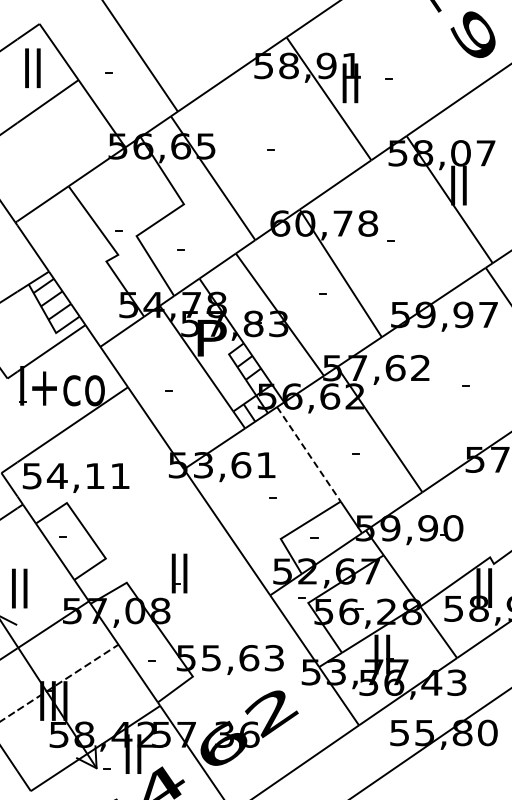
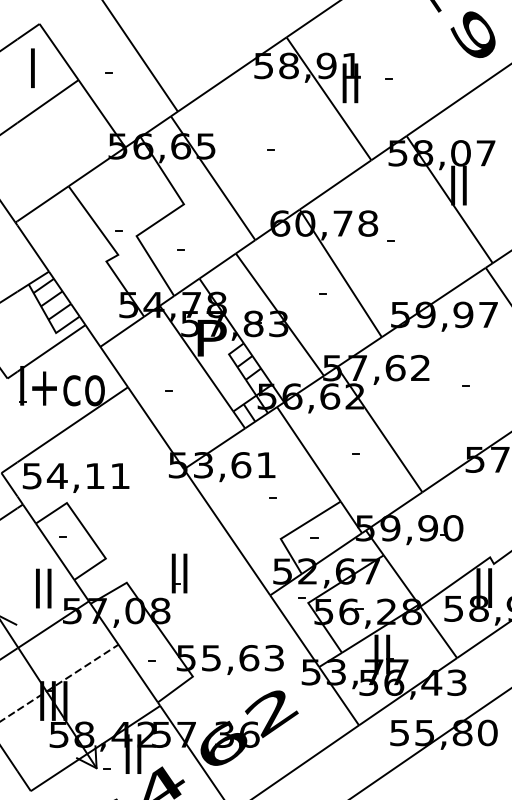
text at (32, 68): II -> I
line at (309, 455): dashed -> solid
text at (19, 588) position: (19, 588) -> (43, 588)
